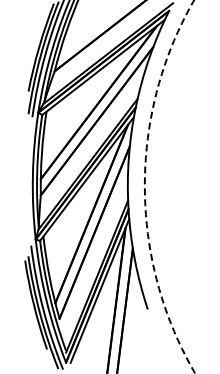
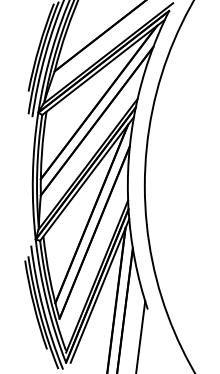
circle at (169, 186): dashed -> solid
line at (140, 335): none -> present
